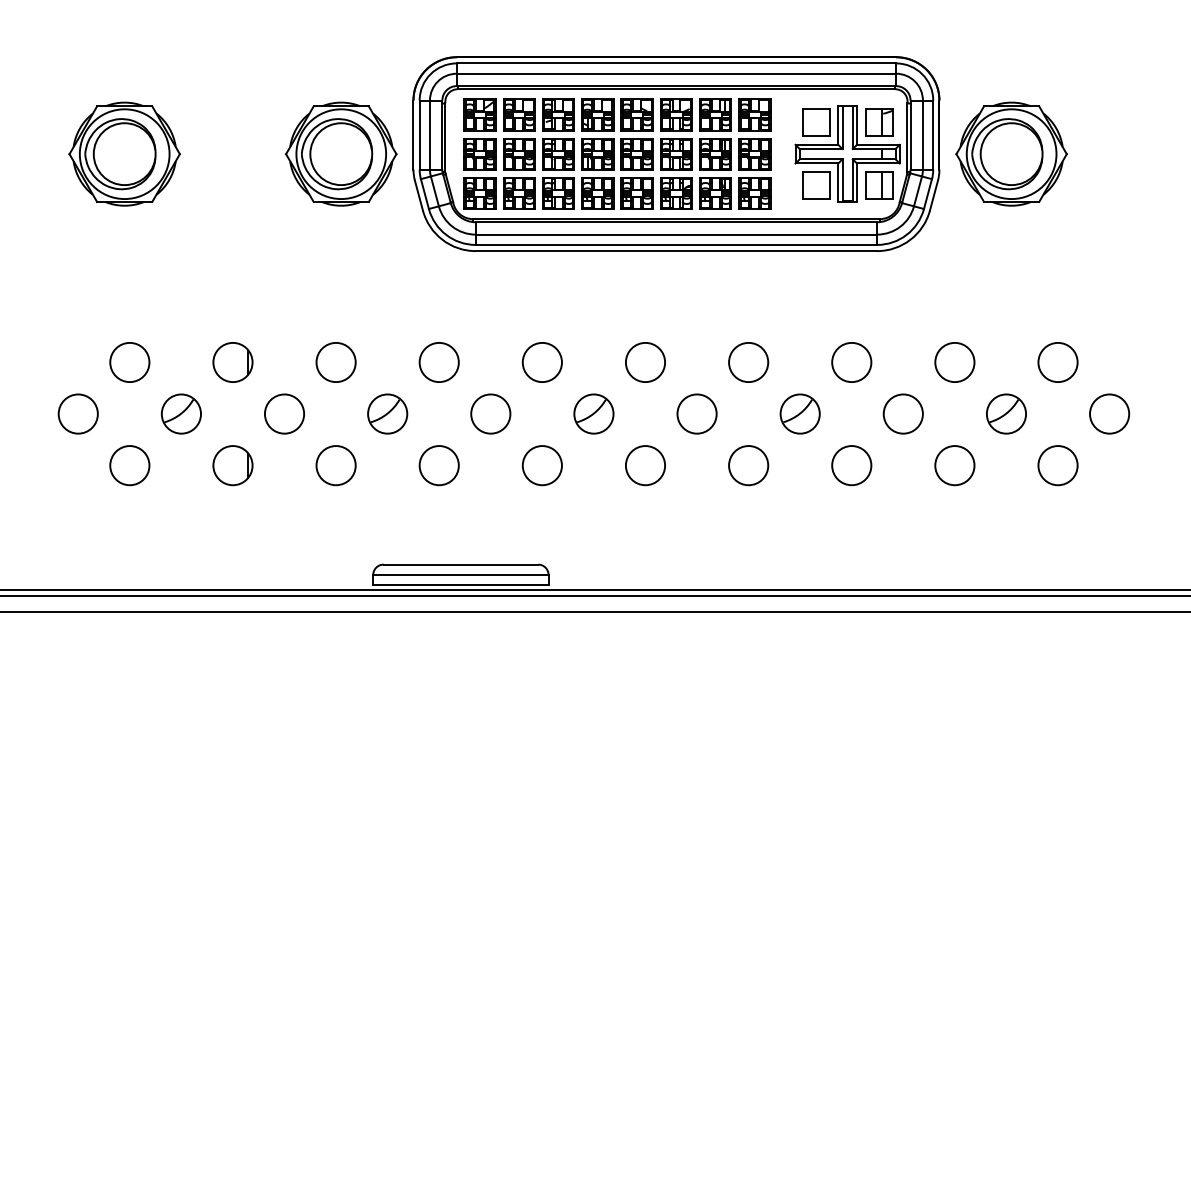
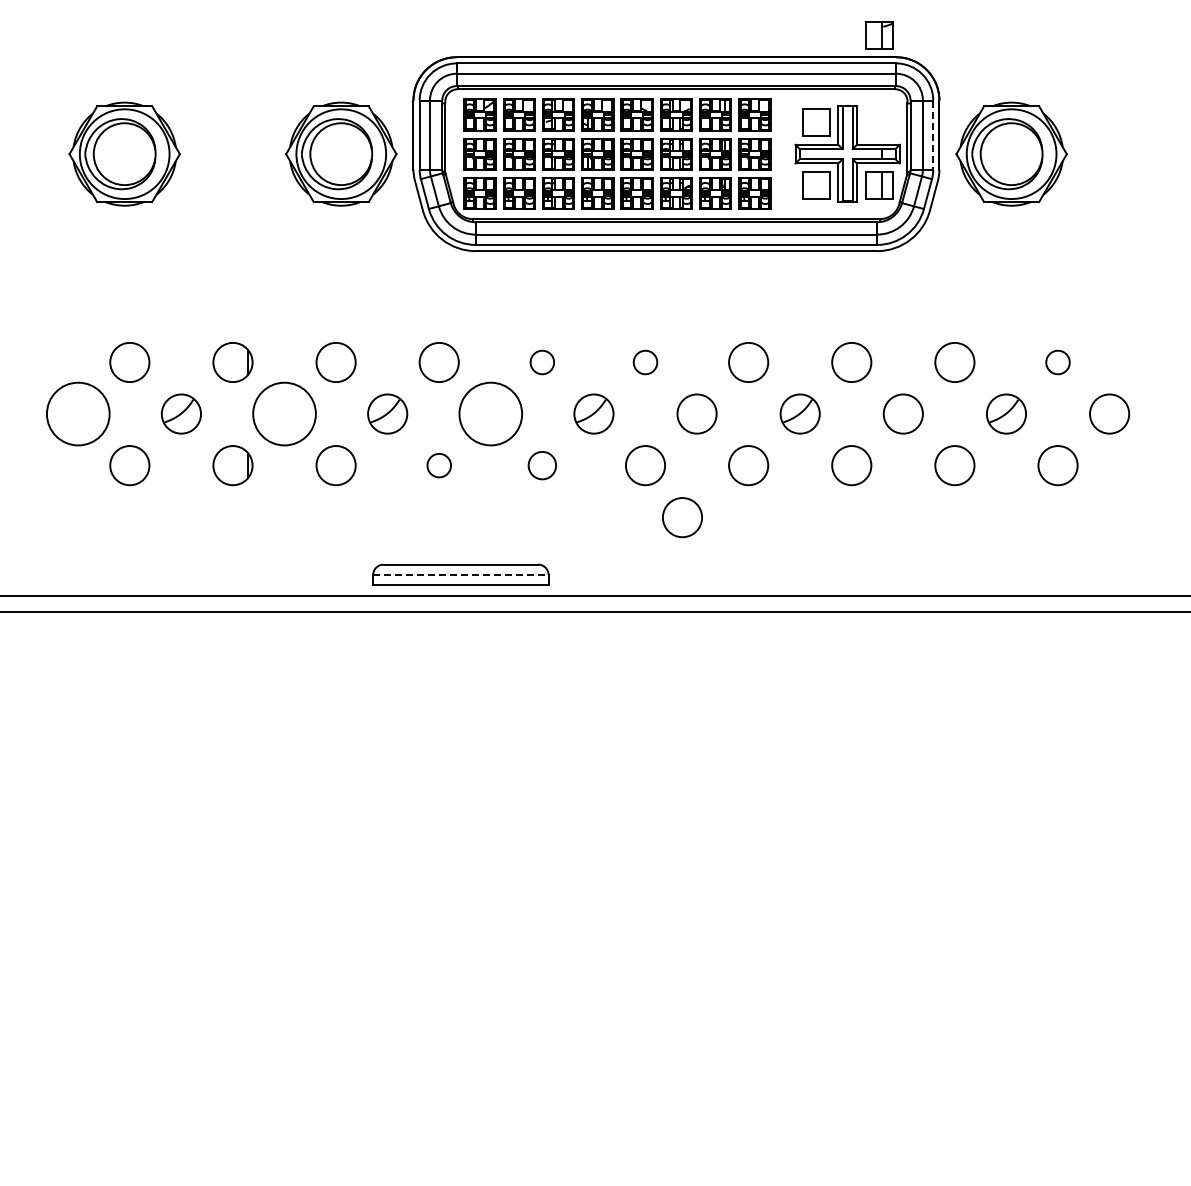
part at (879, 122) position: (879, 122) -> (879, 35)
line at (933, 135): solid -> dashed
circle at (541, 362) diameter: 39 px -> 24 px
circle at (645, 362) diameter: 39 px -> 24 px
circle at (1057, 362) size: 42x41 px -> 26x27 px
circle at (77, 413) diameter: 39 px -> 63 px
circle at (284, 413) diameter: 39 px -> 63 px
circle at (490, 413) diameter: 39 px -> 63 px
circle at (438, 465) diameter: 39 px -> 24 px
circle at (541, 465) diameter: 39 px -> 27 px
circle at (682, 517): none -> present
line at (460, 574): solid -> dashed
line at (594, 590): present -> none
